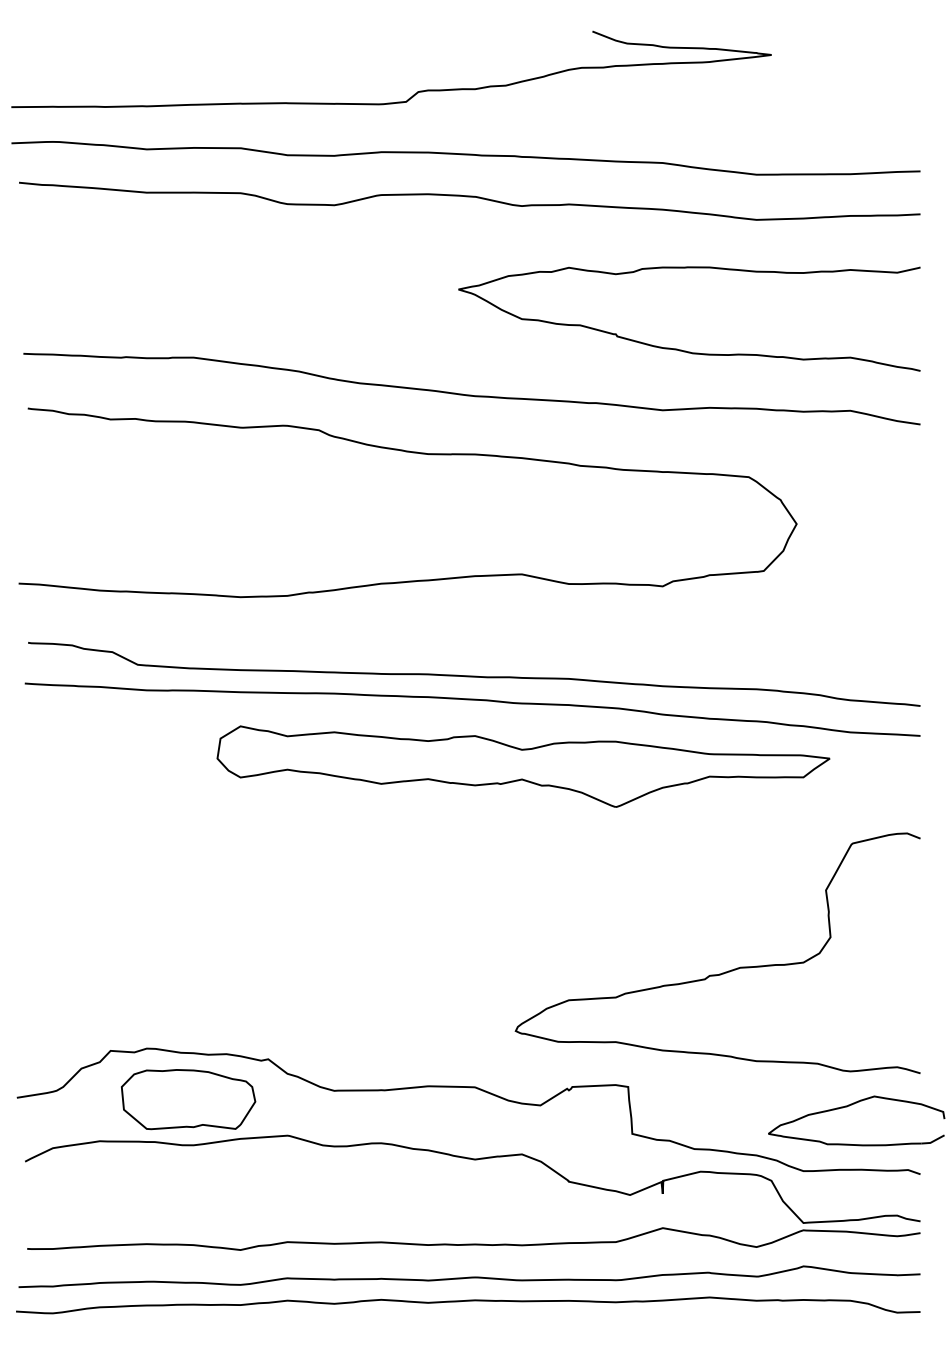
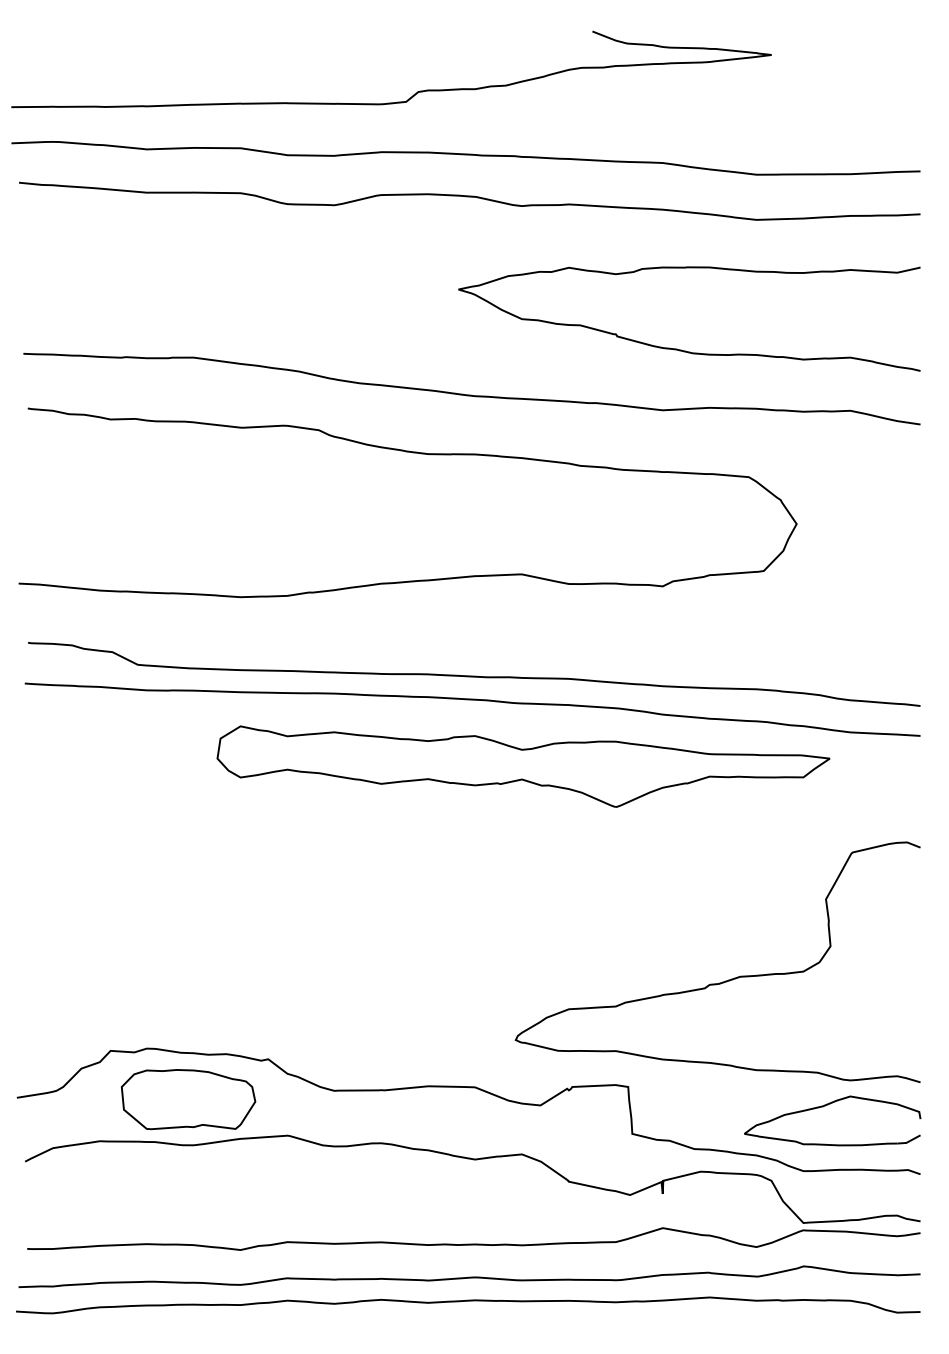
curve at (725, 971) position: (725, 971) -> (725, 980)
part at (849, 1106) position: (849, 1106) -> (825, 1106)
